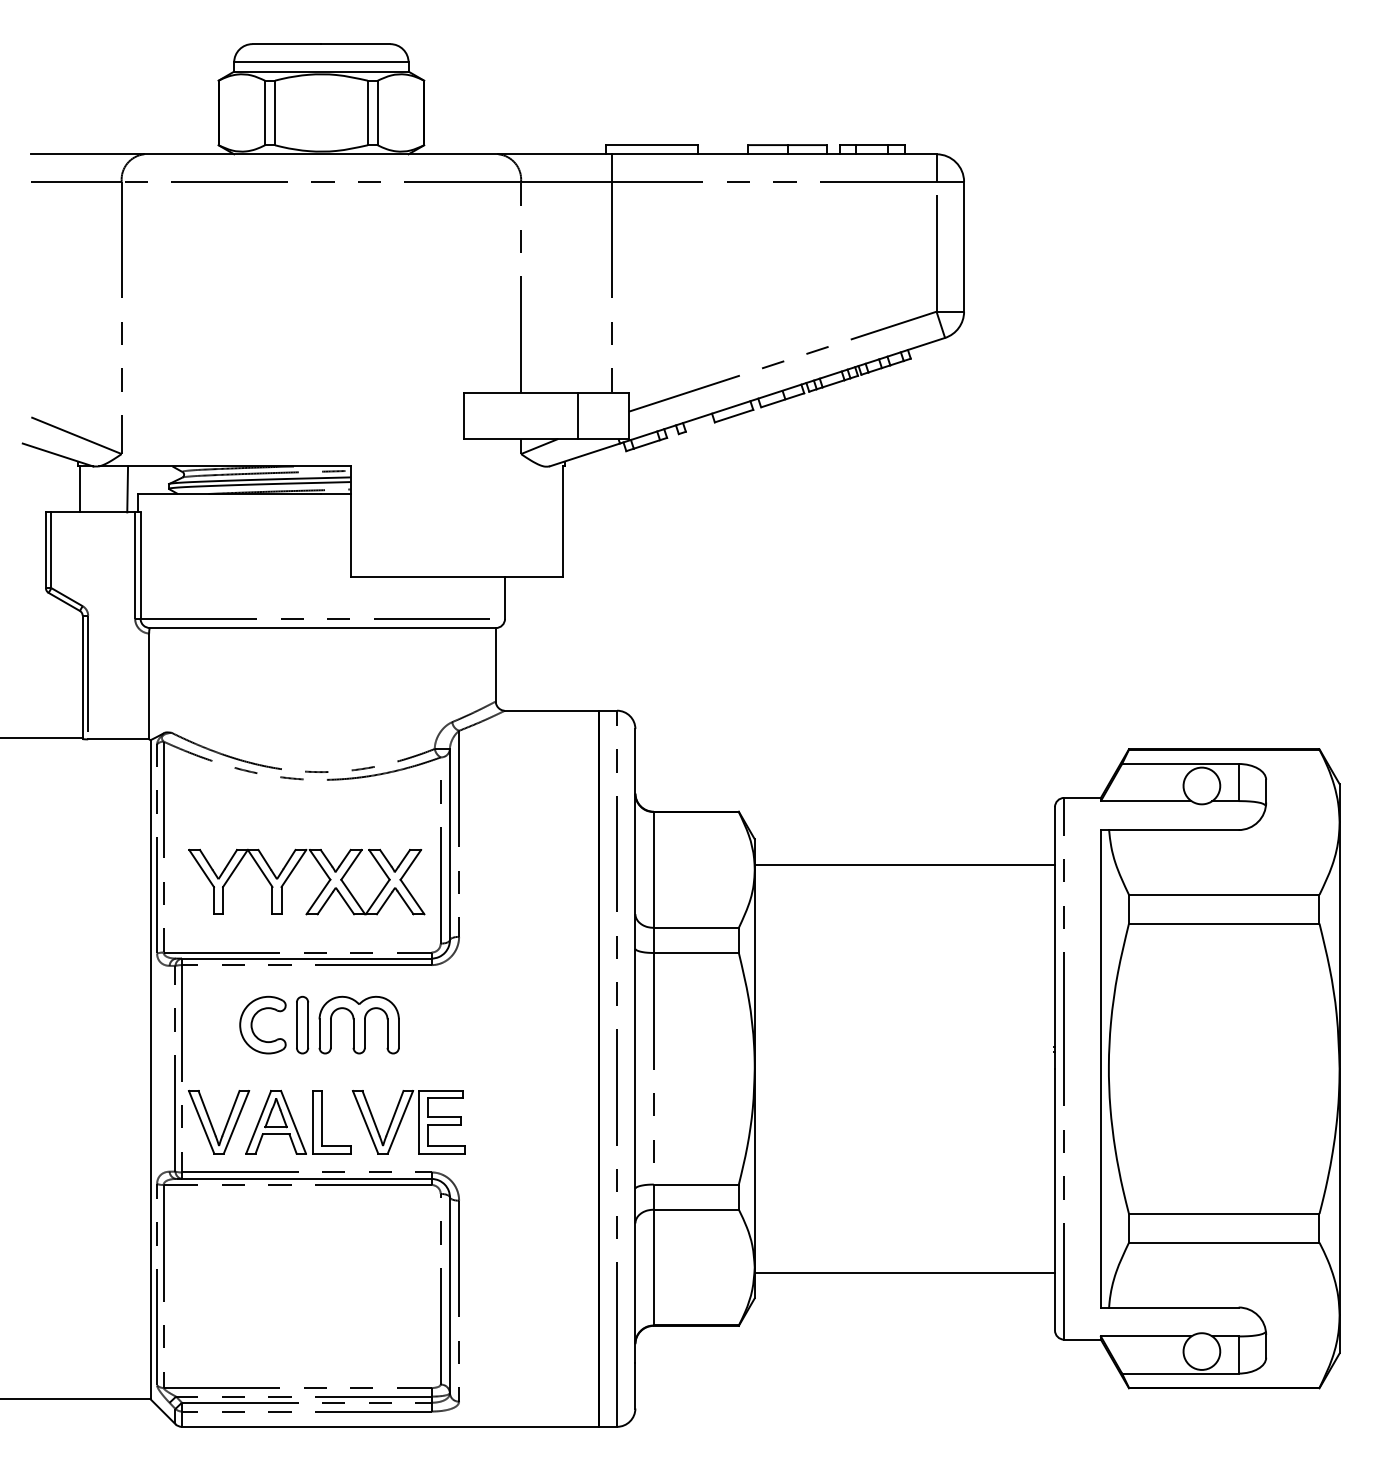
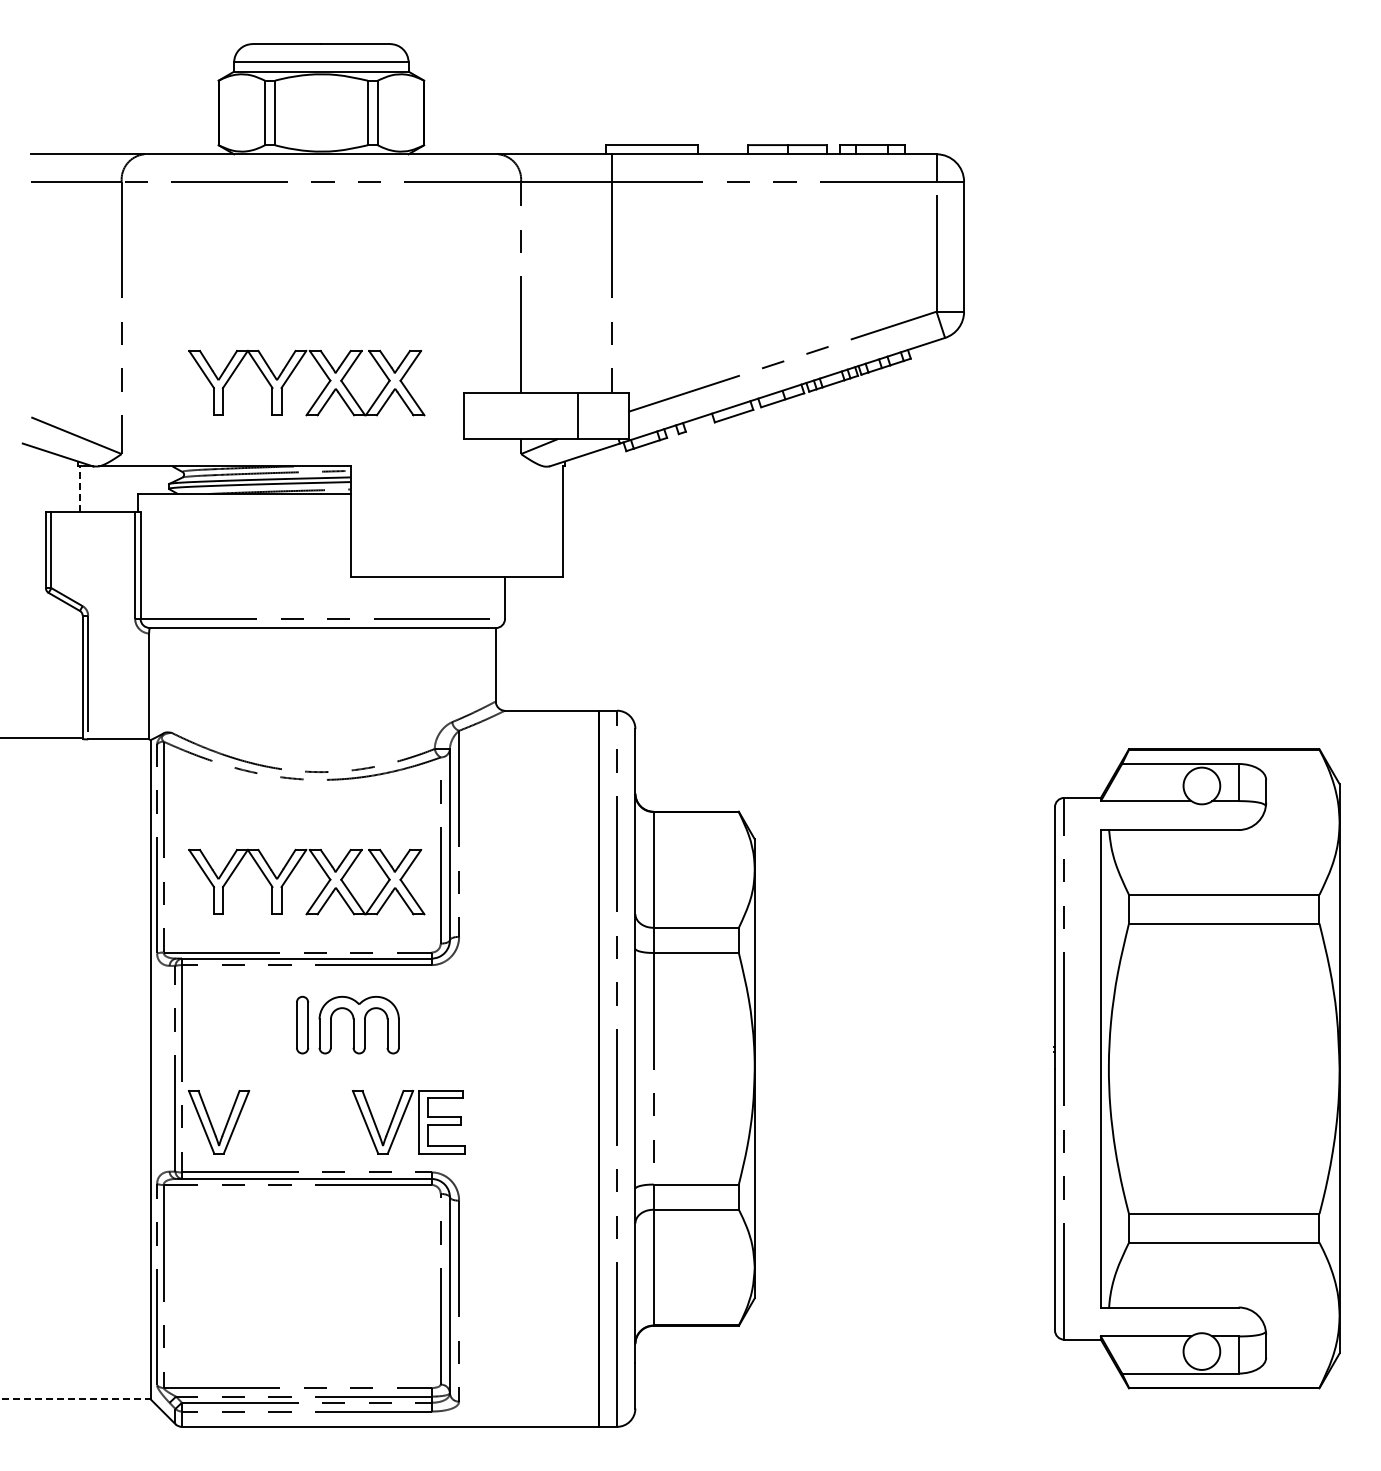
part at (293, 372): none -> present
line at (79, 489): solid -> dashed
line at (127, 489): present -> none
line at (904, 864): present -> none
part at (253, 1020): present -> none
part at (298, 1122): present -> none
line at (904, 1272): present -> none
line at (75, 1399): solid -> dashed
